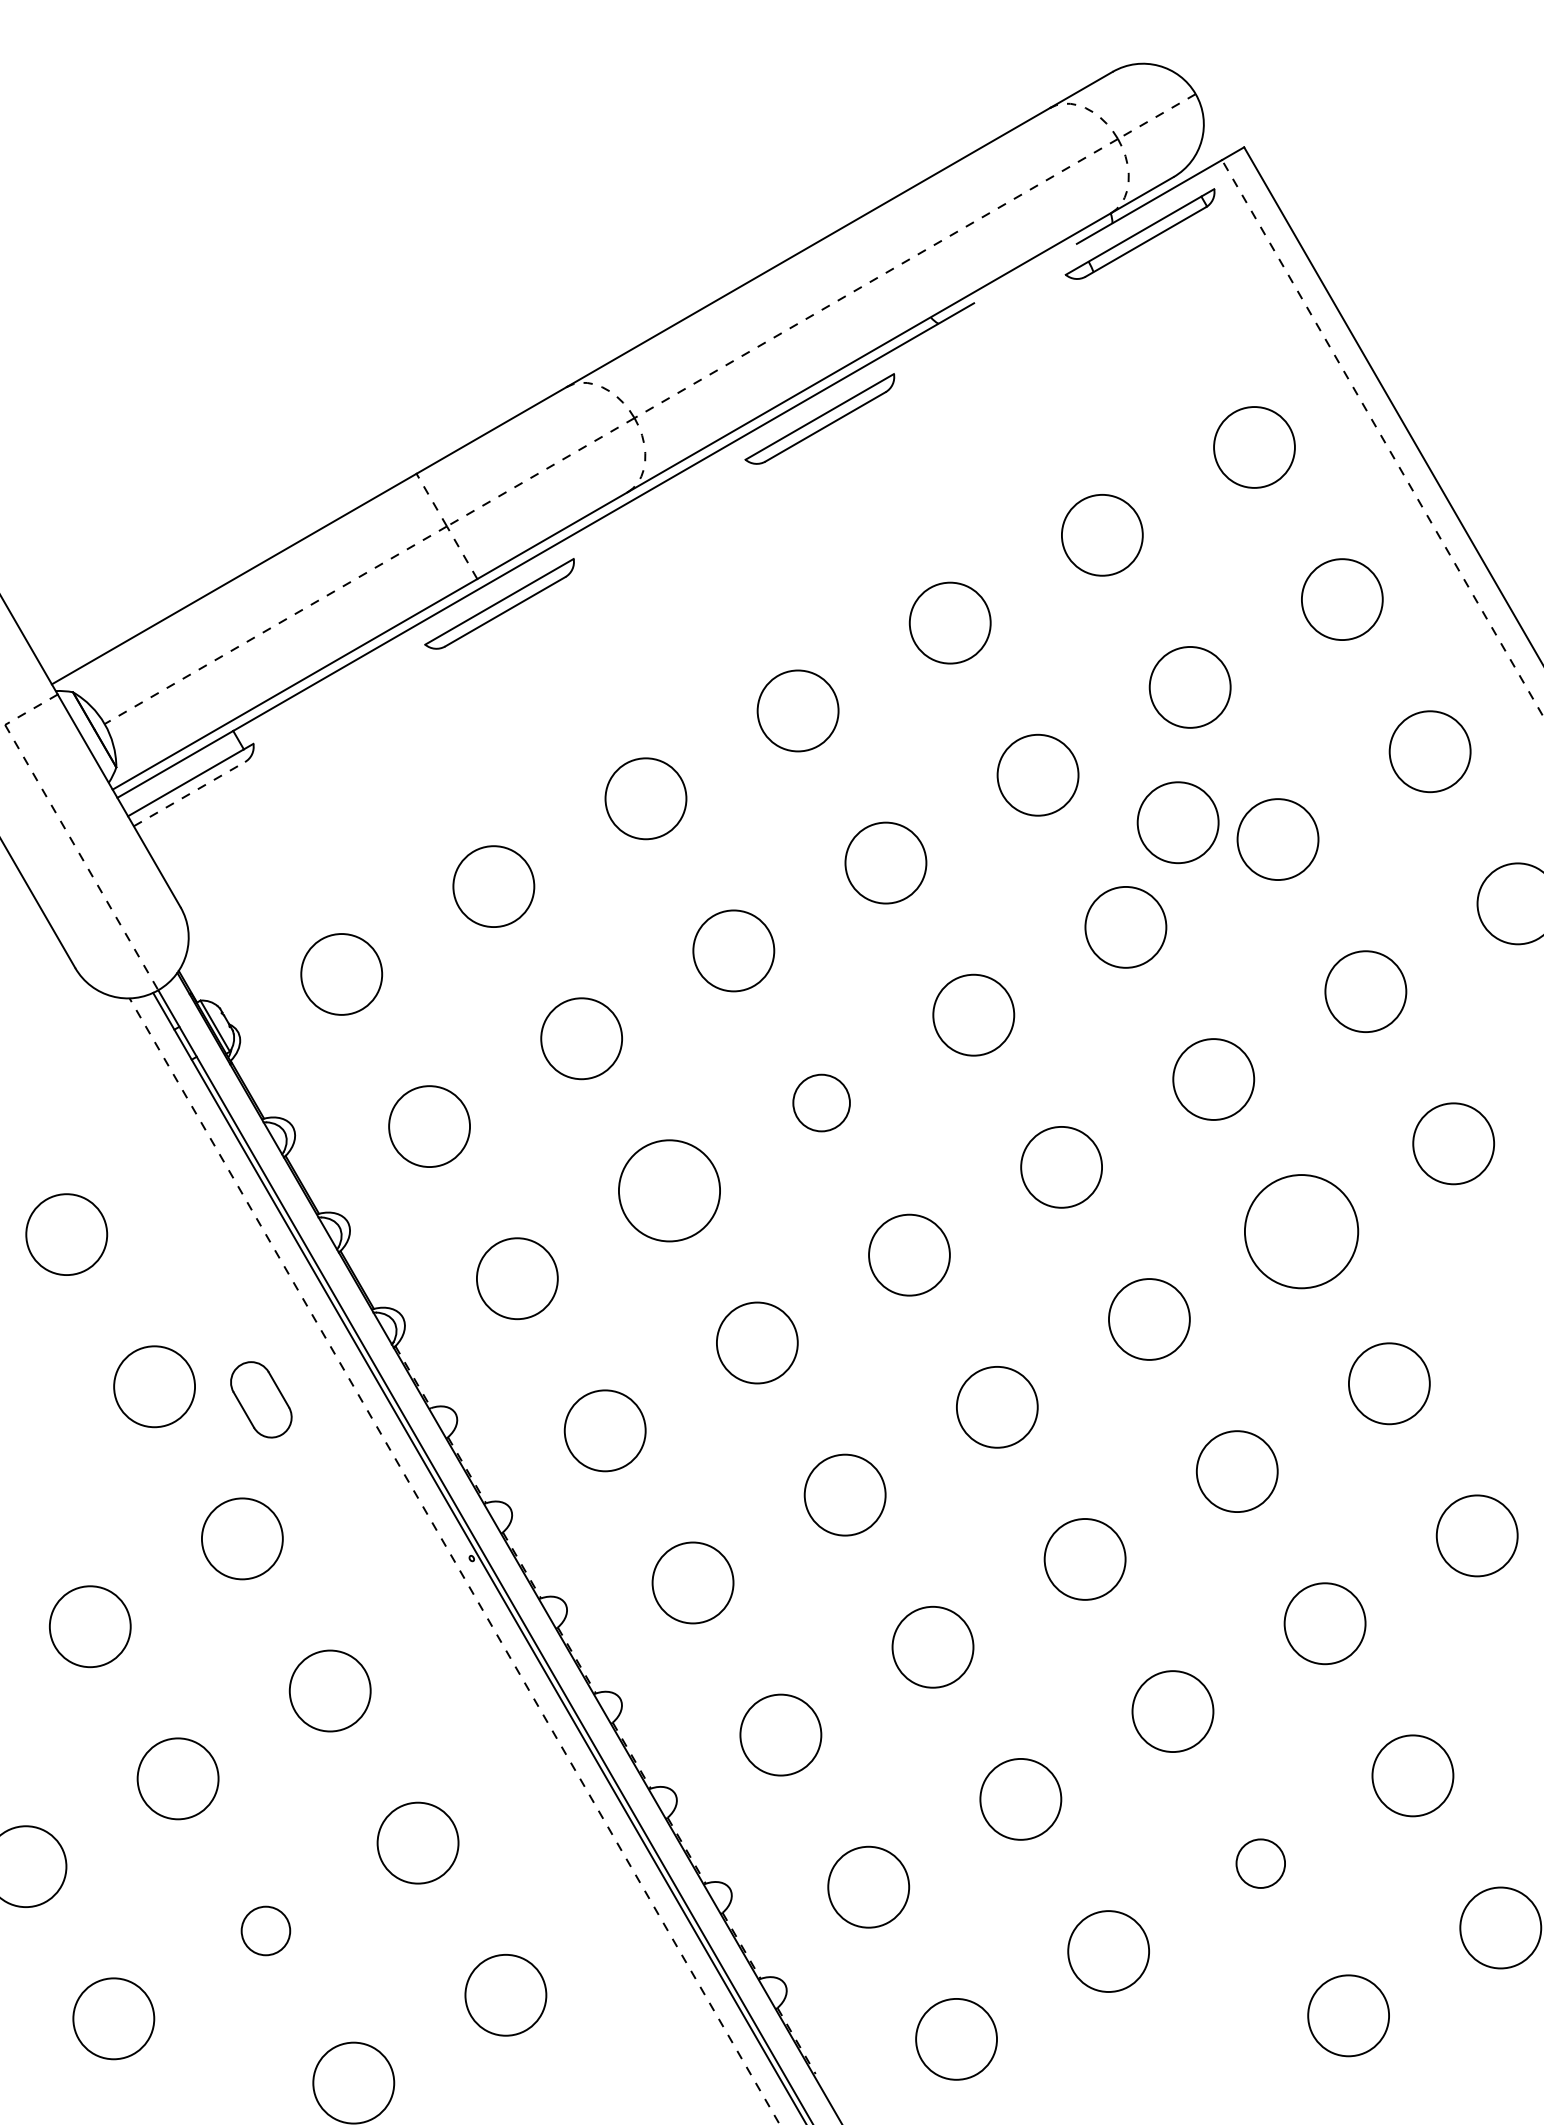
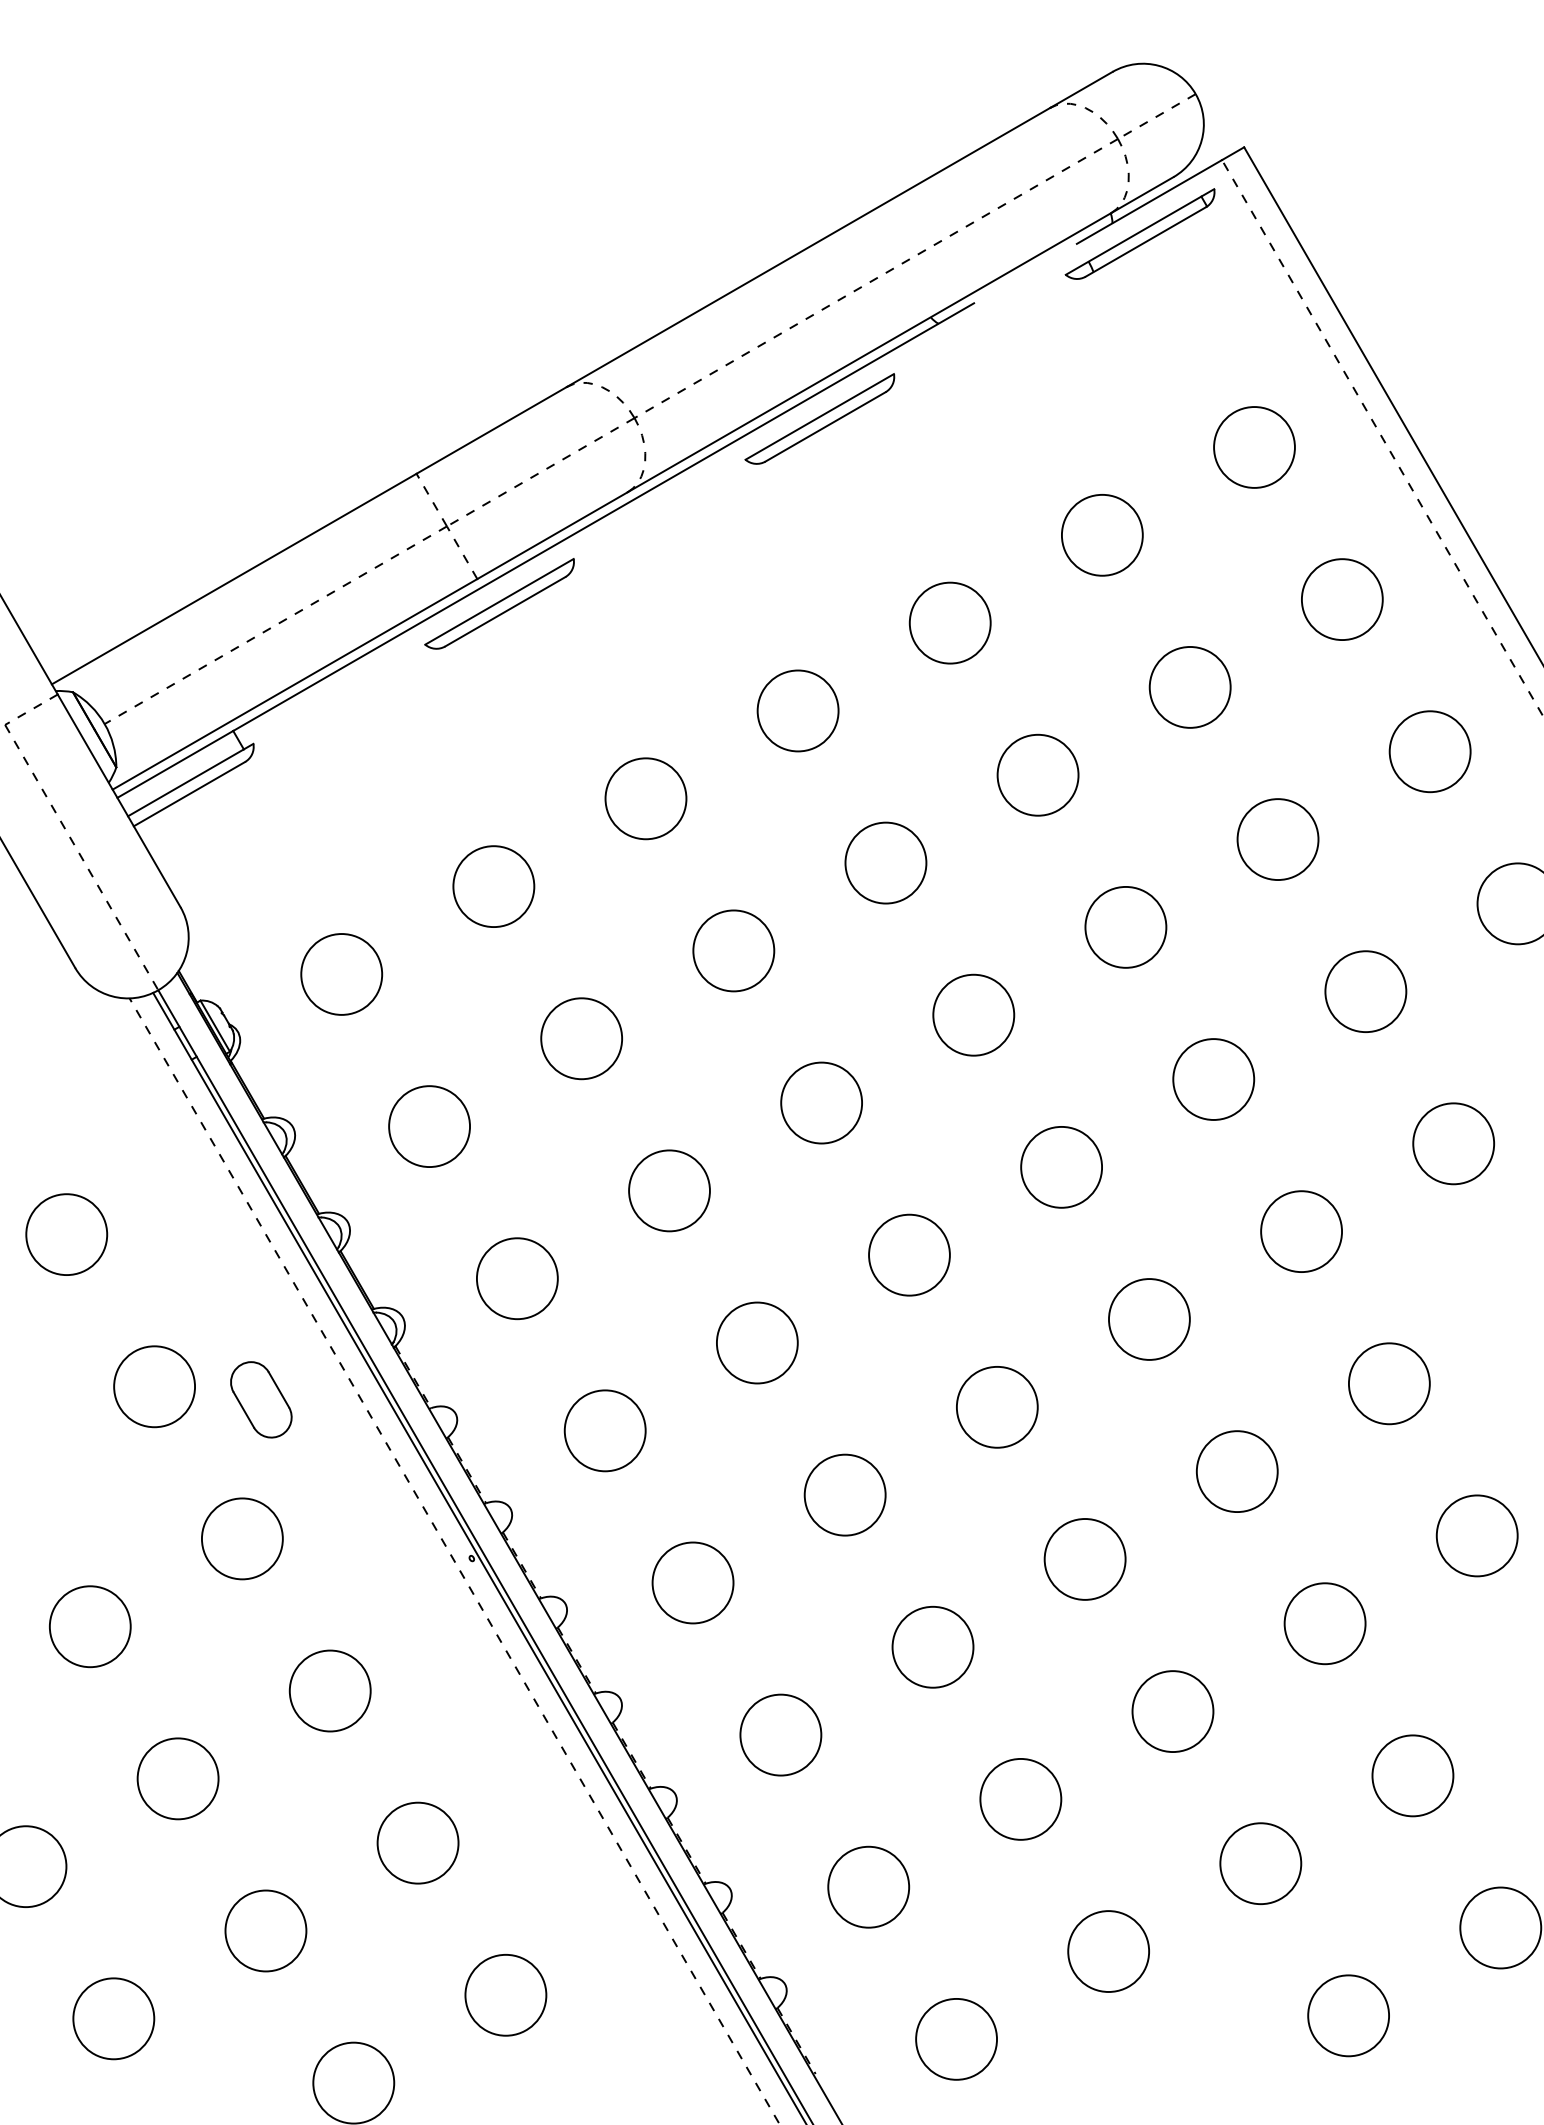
line at (189, 793): dashed -> solid
circle at (1177, 822): present -> none
circle at (821, 1102) diameter: 57 px -> 81 px
circle at (669, 1190) size: 103x104 px -> 83x84 px
circle at (1301, 1231) diameter: 113 px -> 81 px
circle at (1260, 1863) diameter: 49 px -> 81 px
circle at (265, 1930) diameter: 49 px -> 81 px
